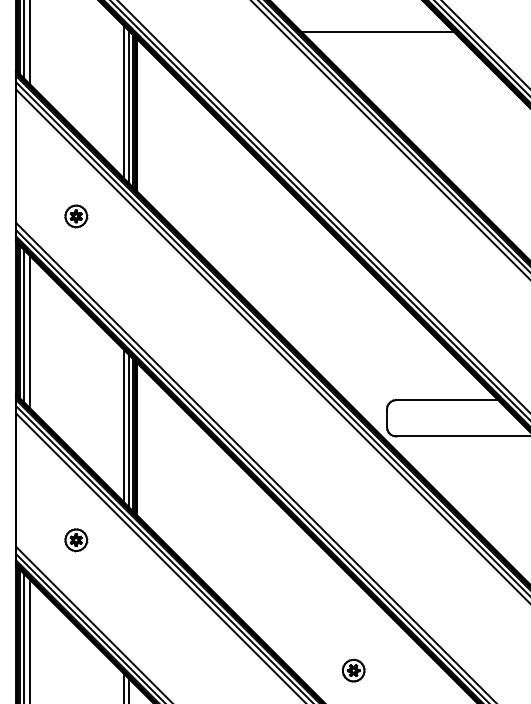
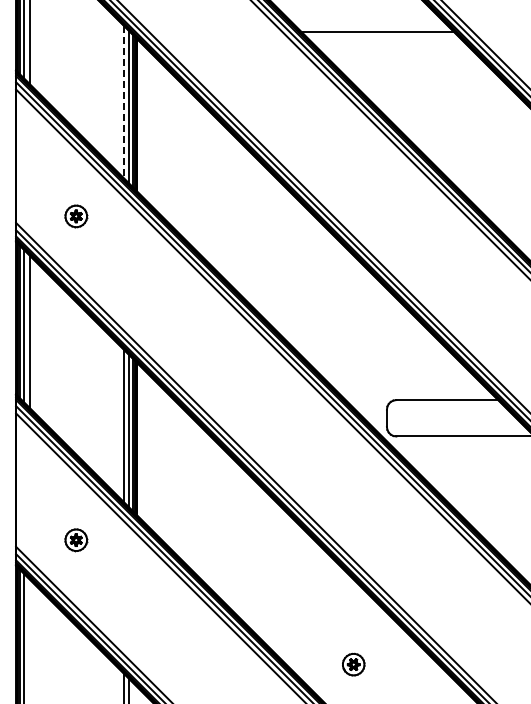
line at (123, 102): solid -> dashed
line at (29, 639): present -> none
part at (353, 670) position: (353, 670) -> (353, 664)
